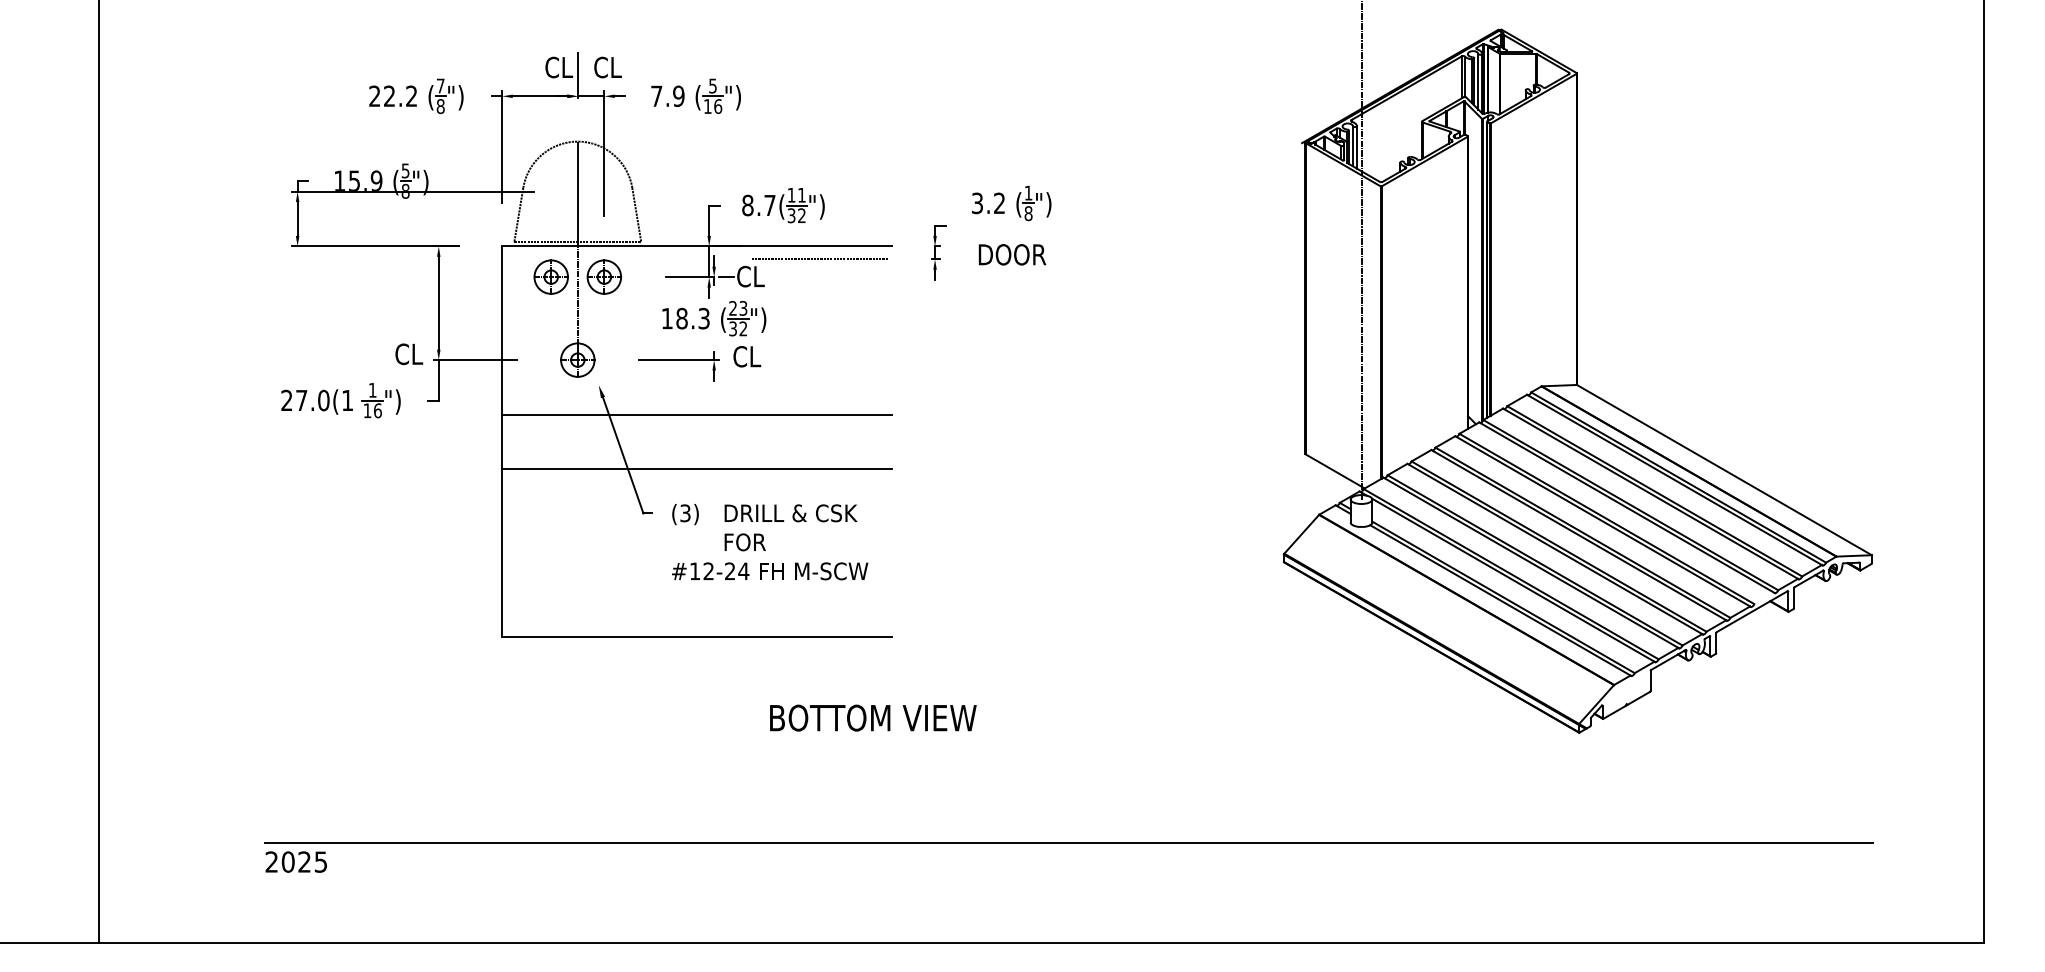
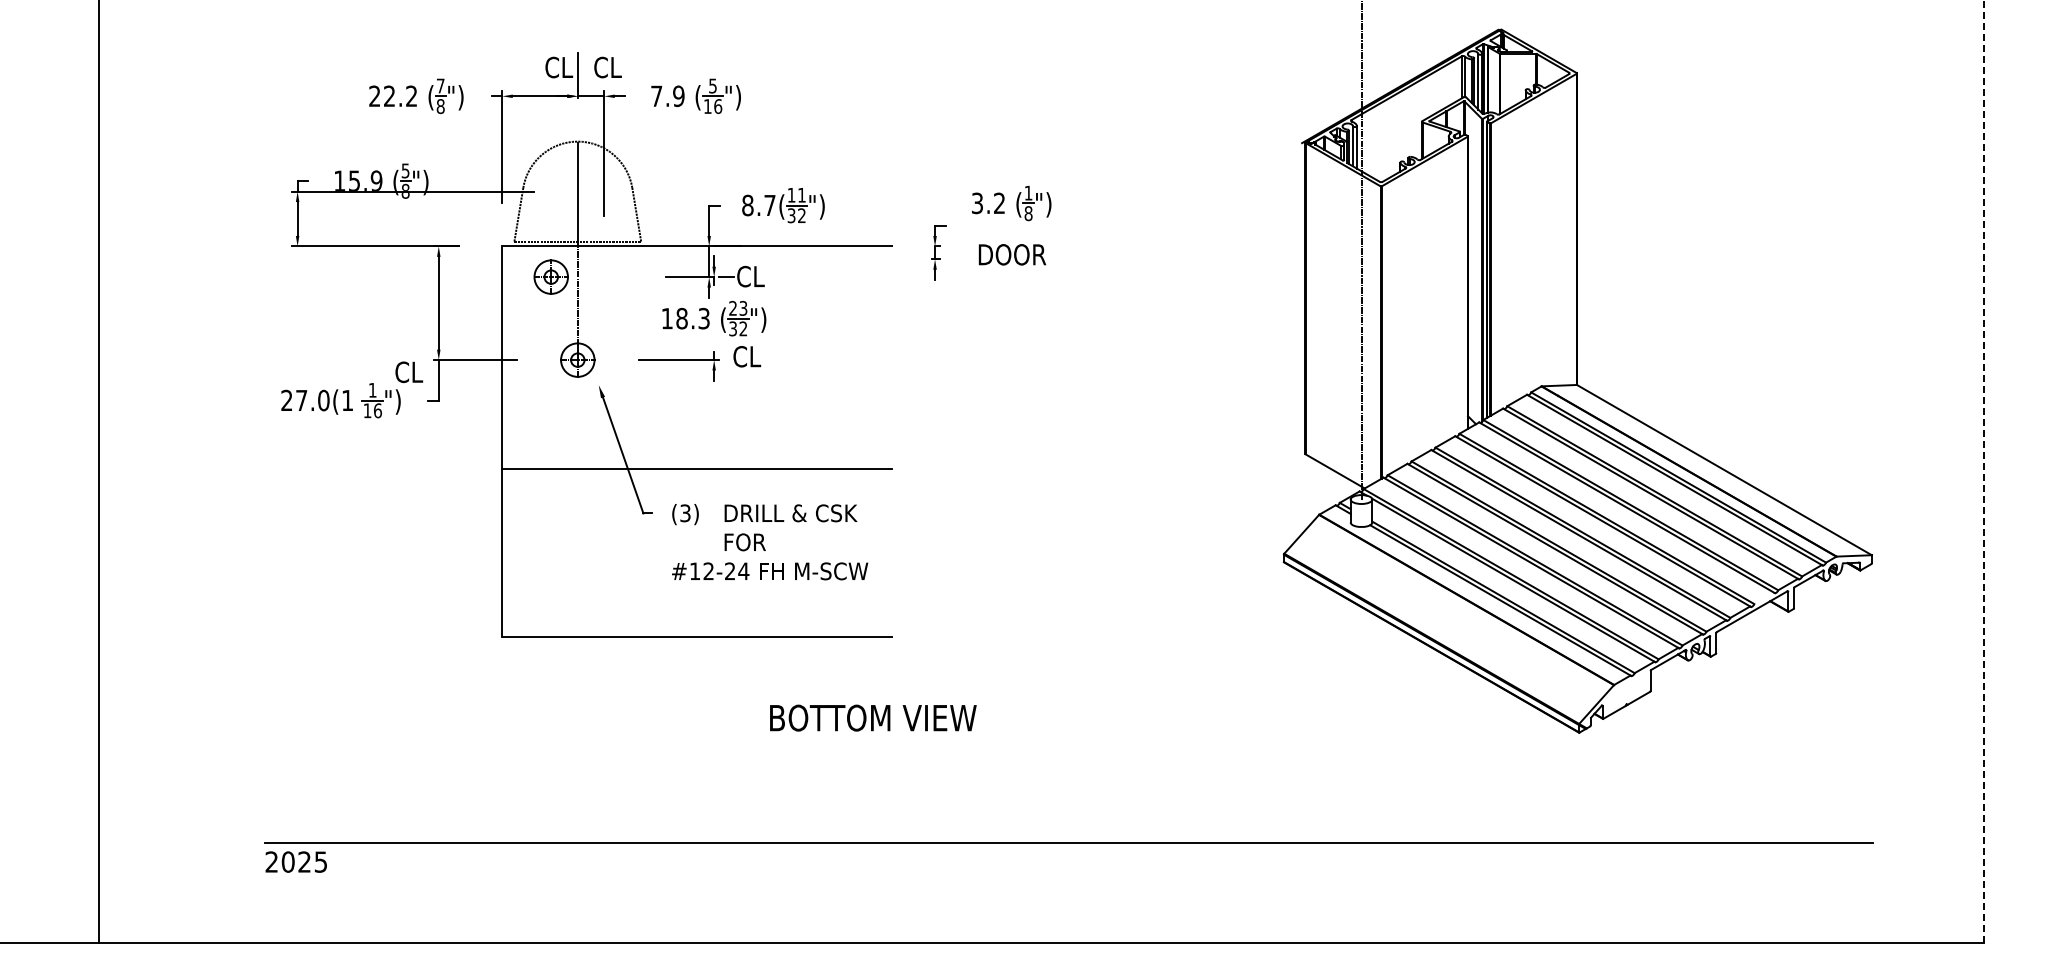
line at (819, 259): present -> none
part at (603, 276): present -> none
text at (409, 354) position: (409, 354) -> (409, 372)
line at (696, 414): present -> none
line at (1983, 471): solid -> dashed
